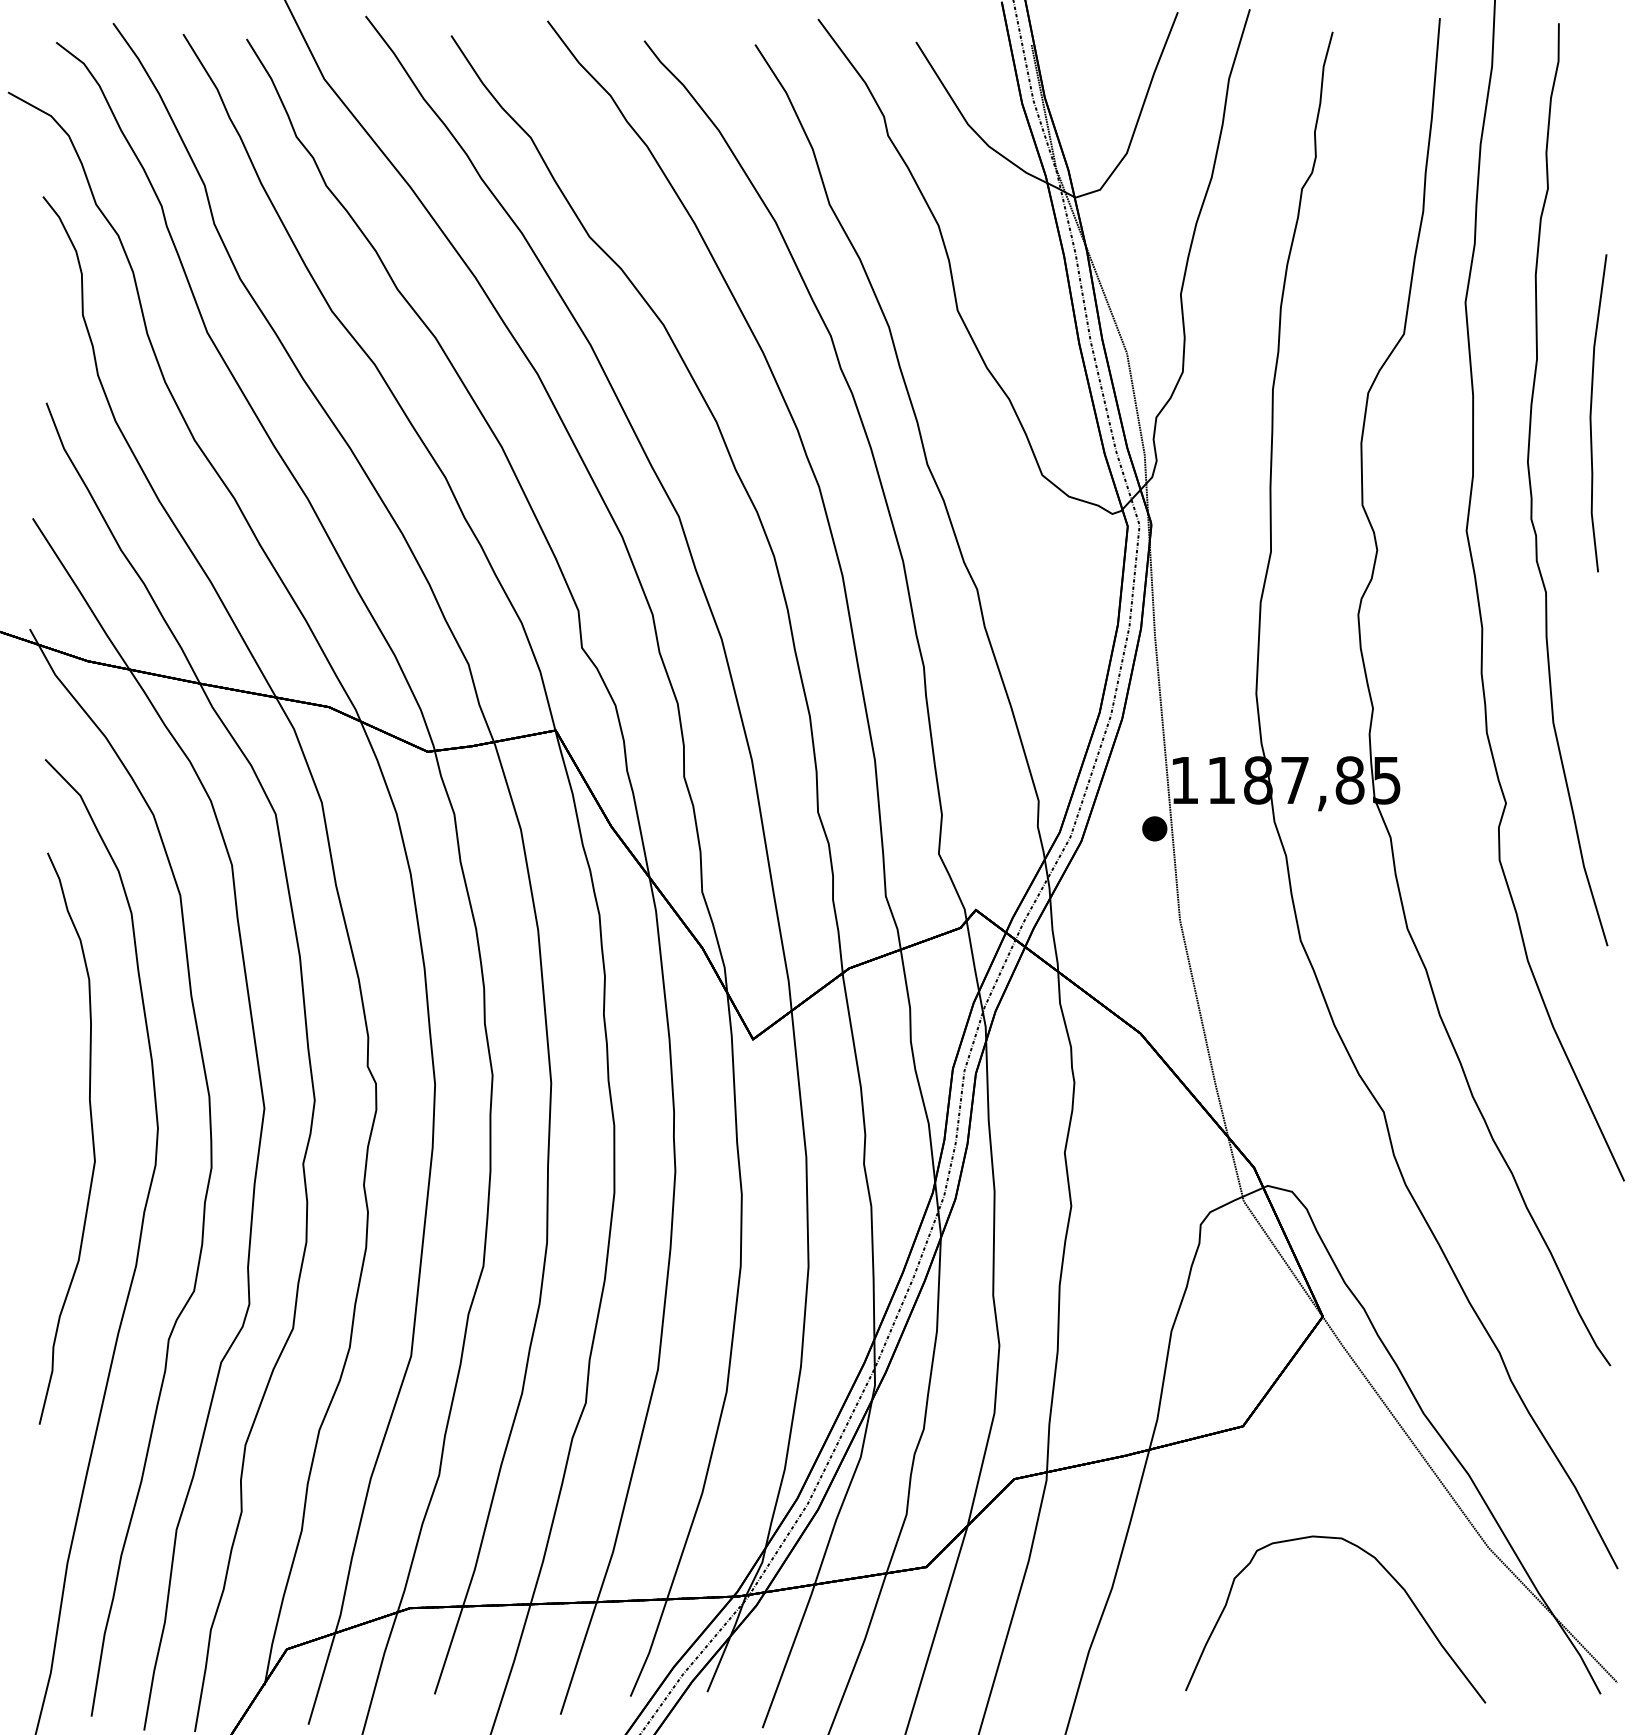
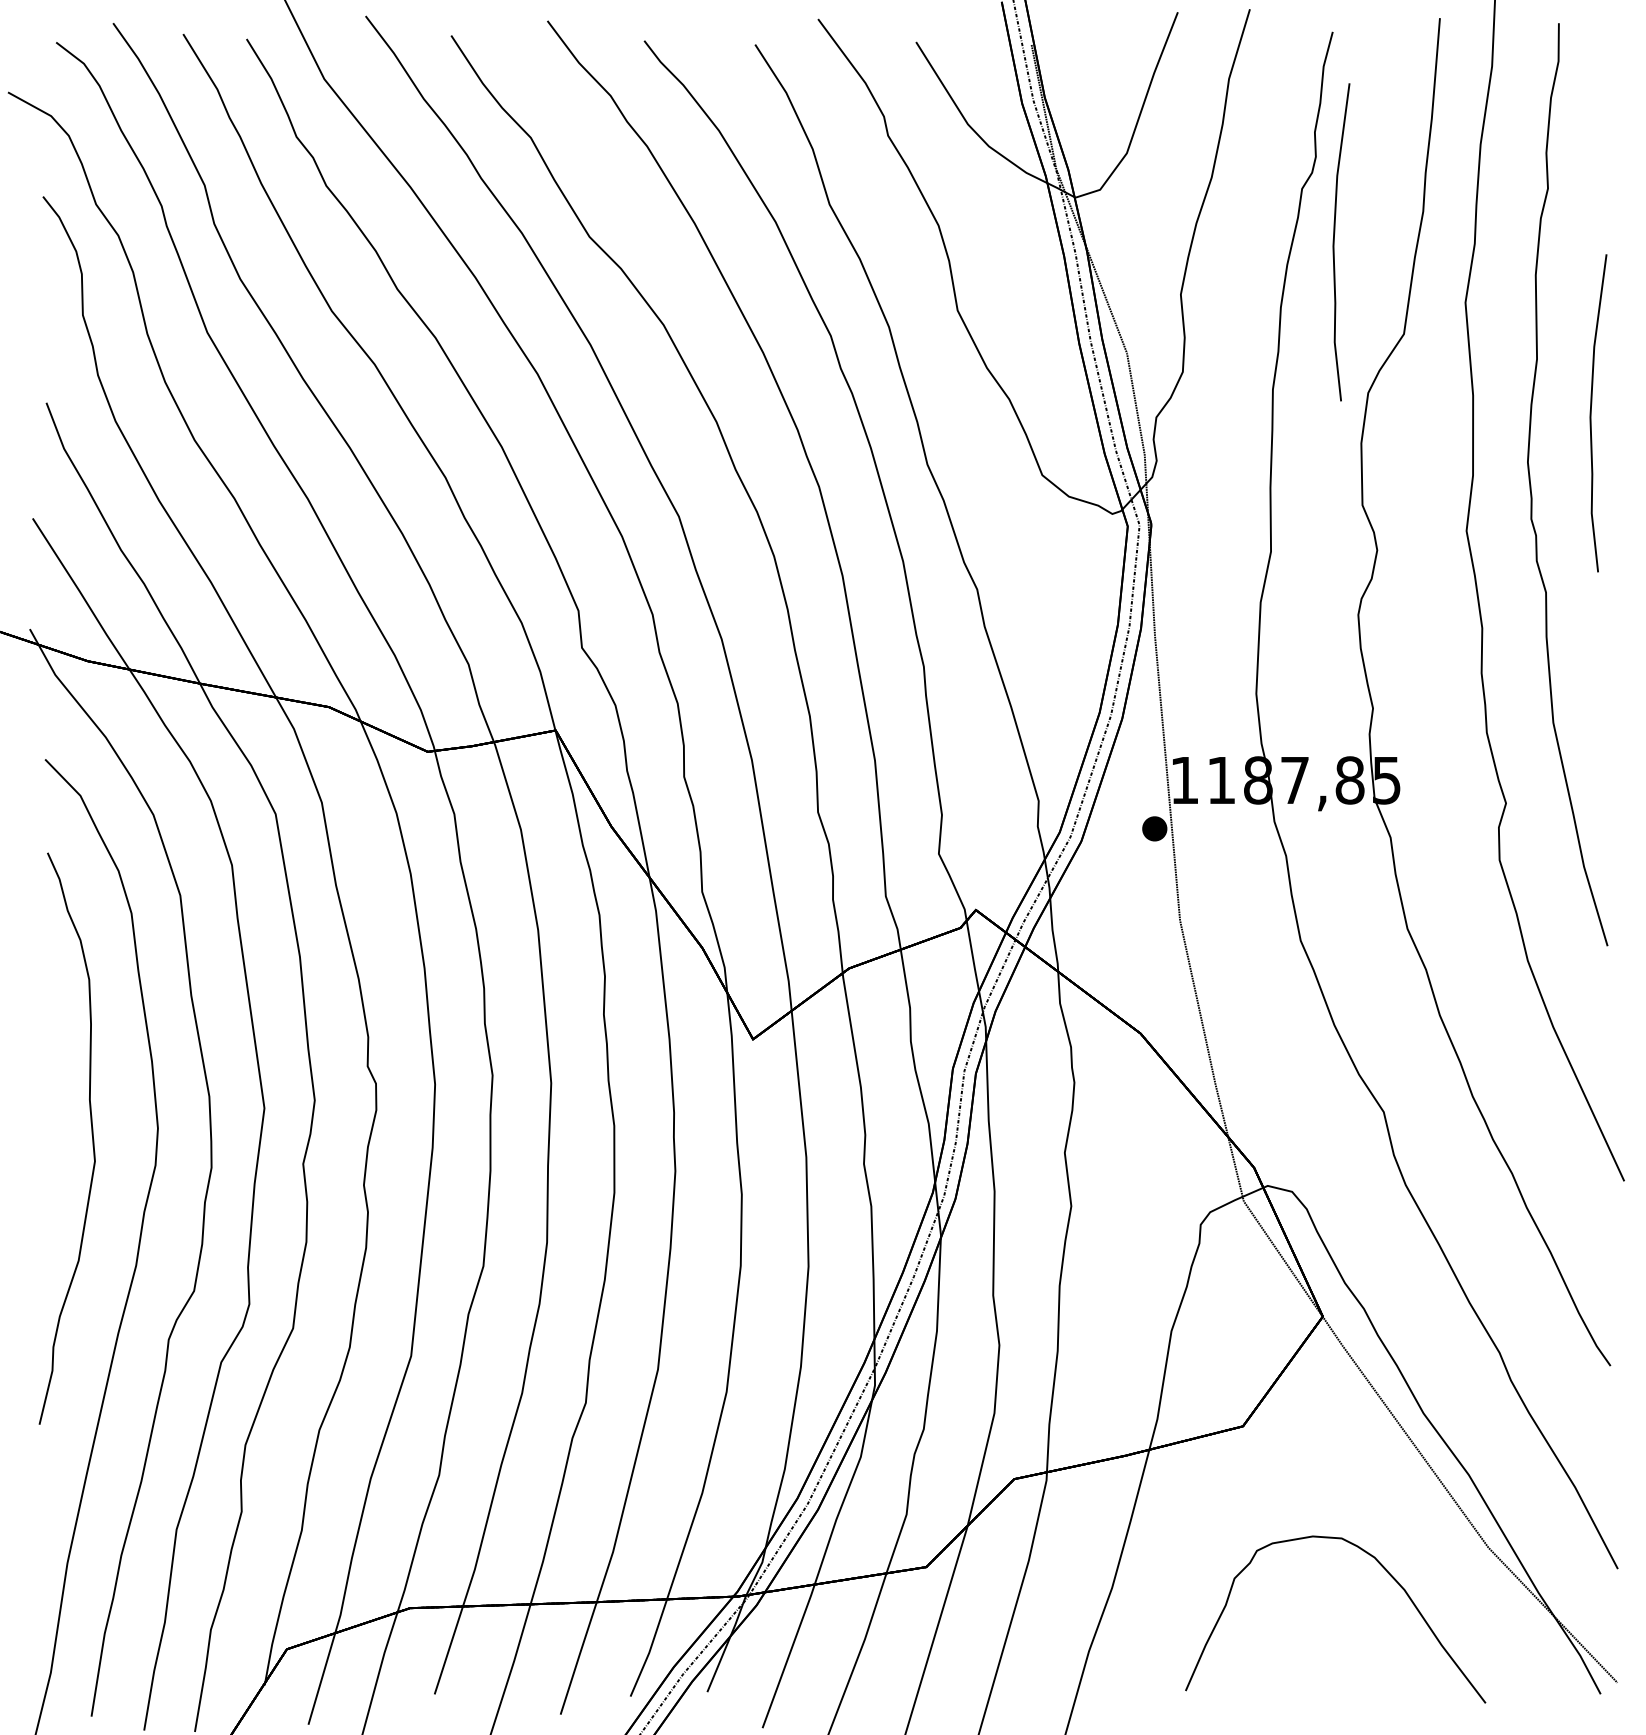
curve at (1334, 242): none -> present
